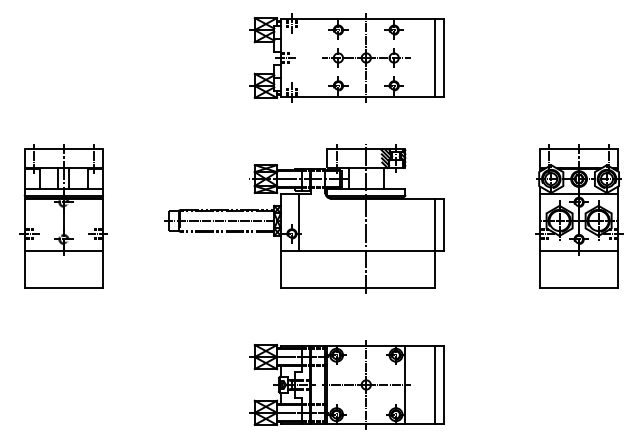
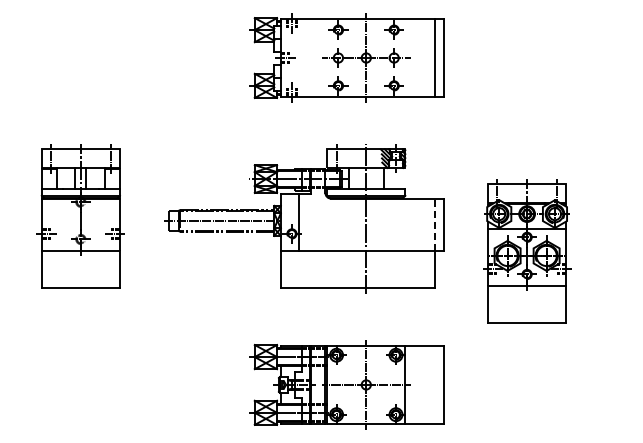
part at (63, 216) position: (63, 216) -> (80, 216)
part at (579, 216) position: (579, 216) -> (527, 251)
line at (435, 224): solid -> dashed
line at (435, 384): present -> none
